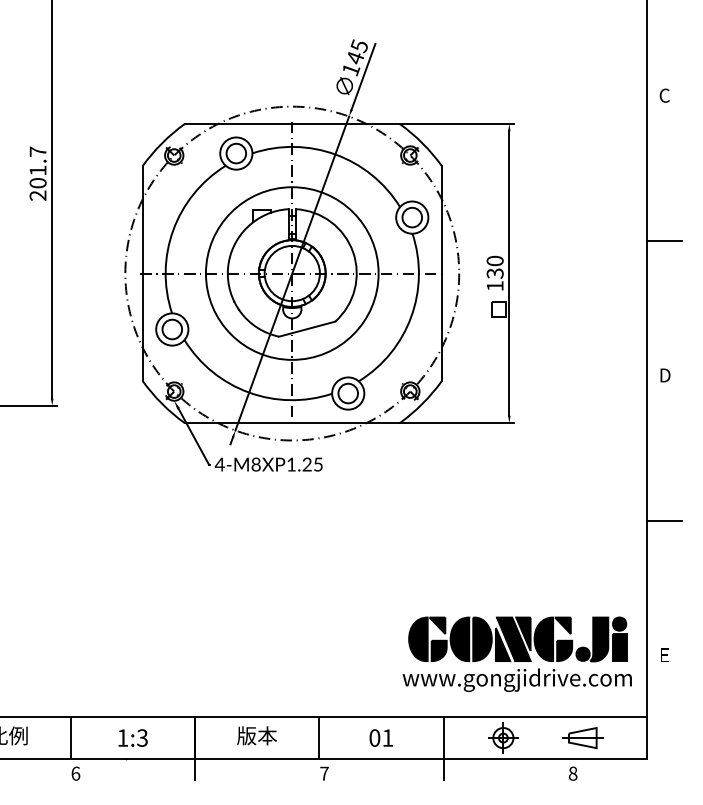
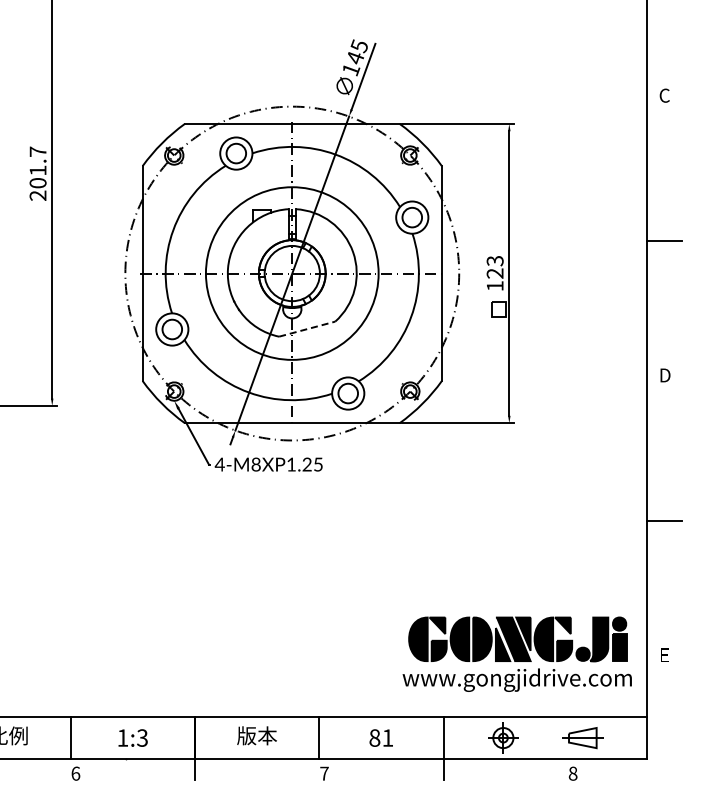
text at (494, 266): 130 -> 123
line at (307, 329): solid -> dashed
text at (374, 737): 01 -> 81
